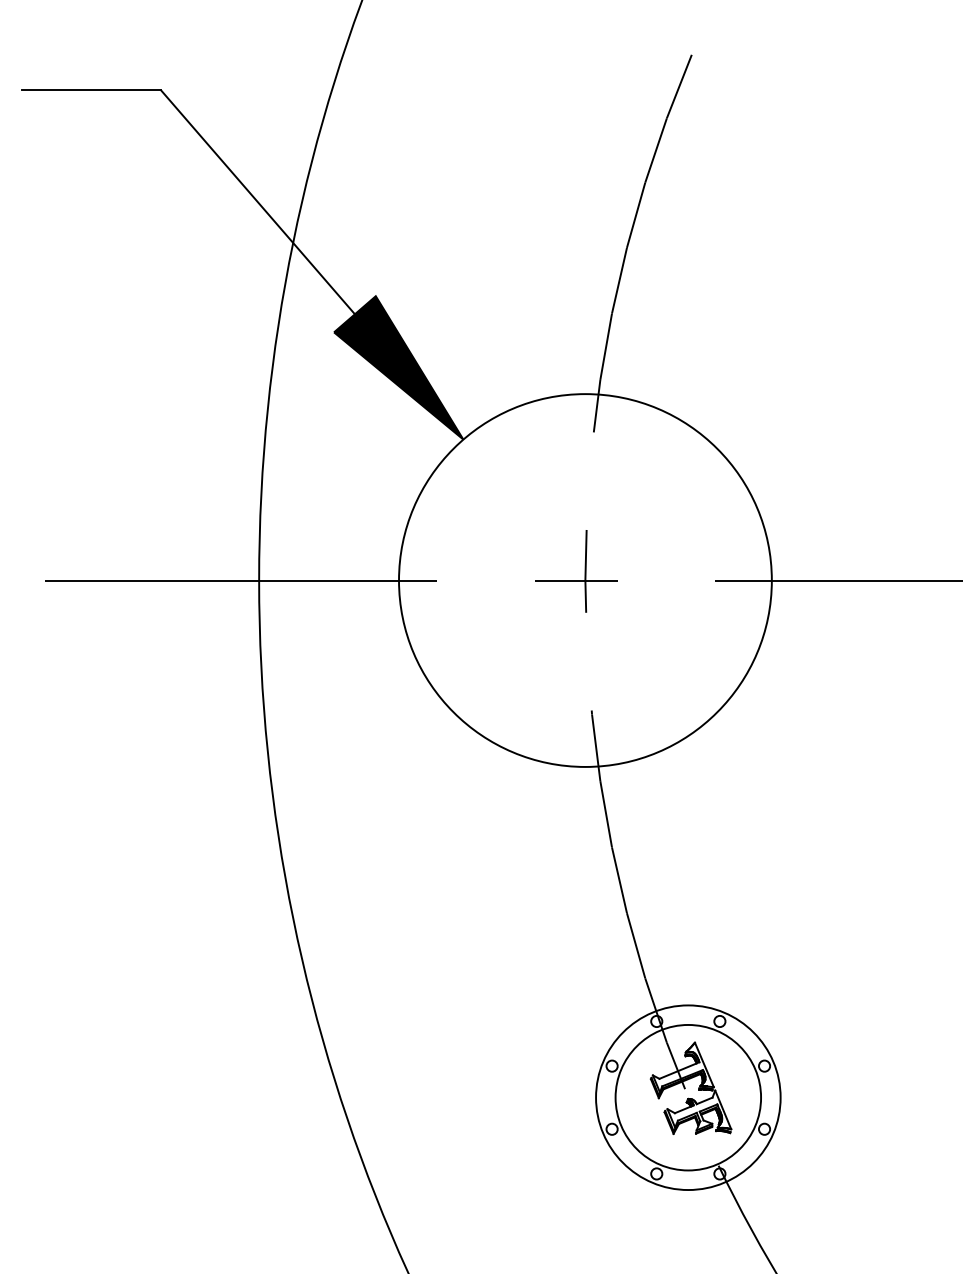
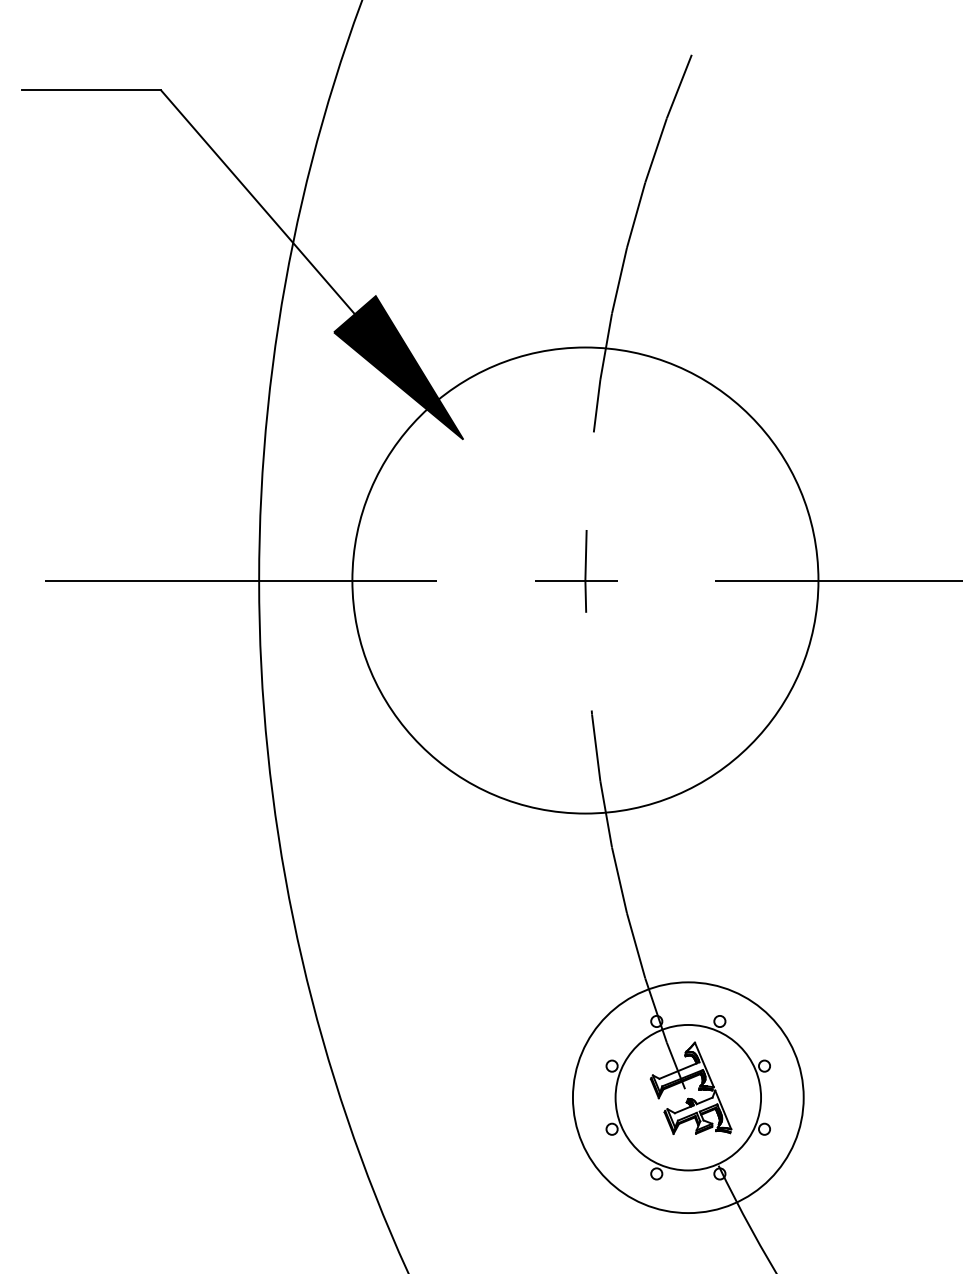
circle at (585, 580) diameter: 373 px -> 466 px
circle at (688, 1097) diameter: 185 px -> 231 px
